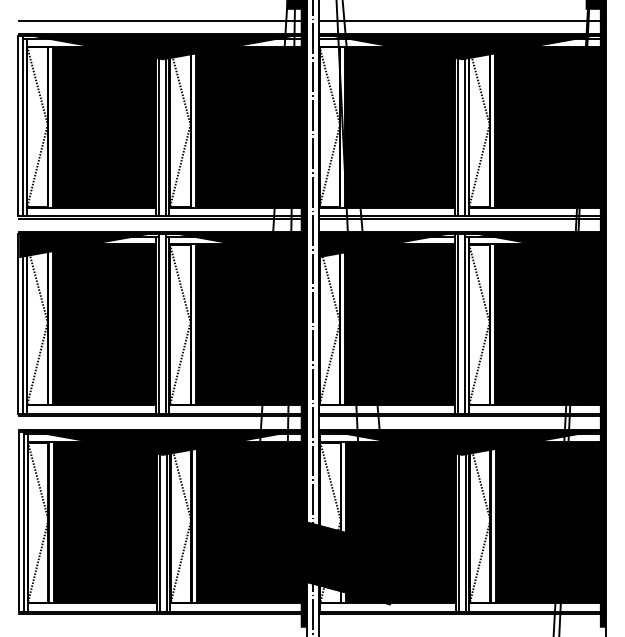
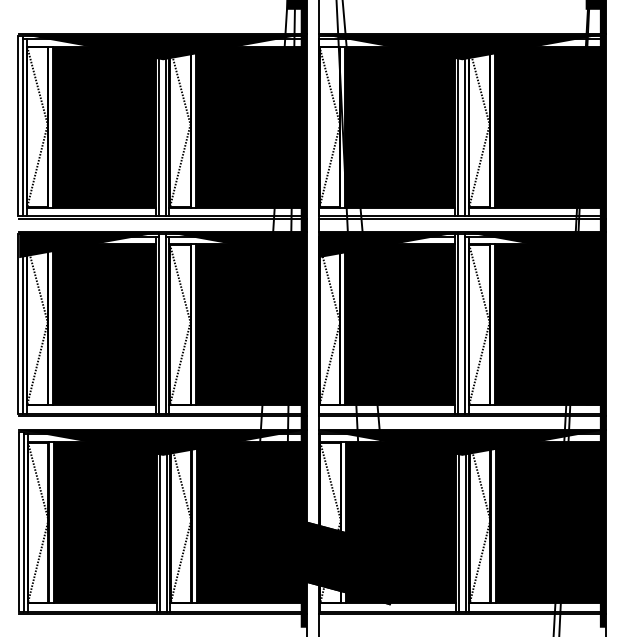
line at (162, 20): present -> none
line at (462, 20): present -> none
line at (313, 317): present -> none
